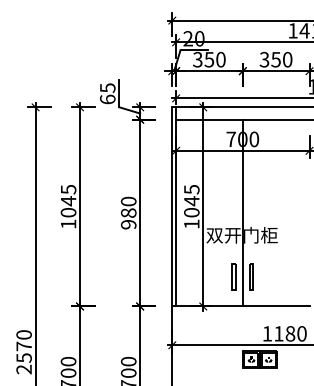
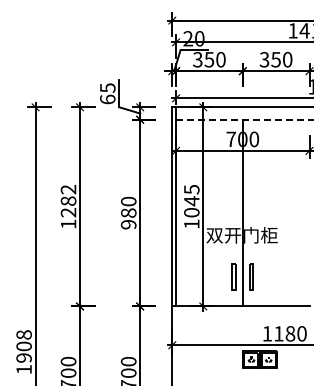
line at (245, 119): solid -> dashed
text at (68, 200): 1045 -> 1282
text at (23, 352): 2570 -> 1908
